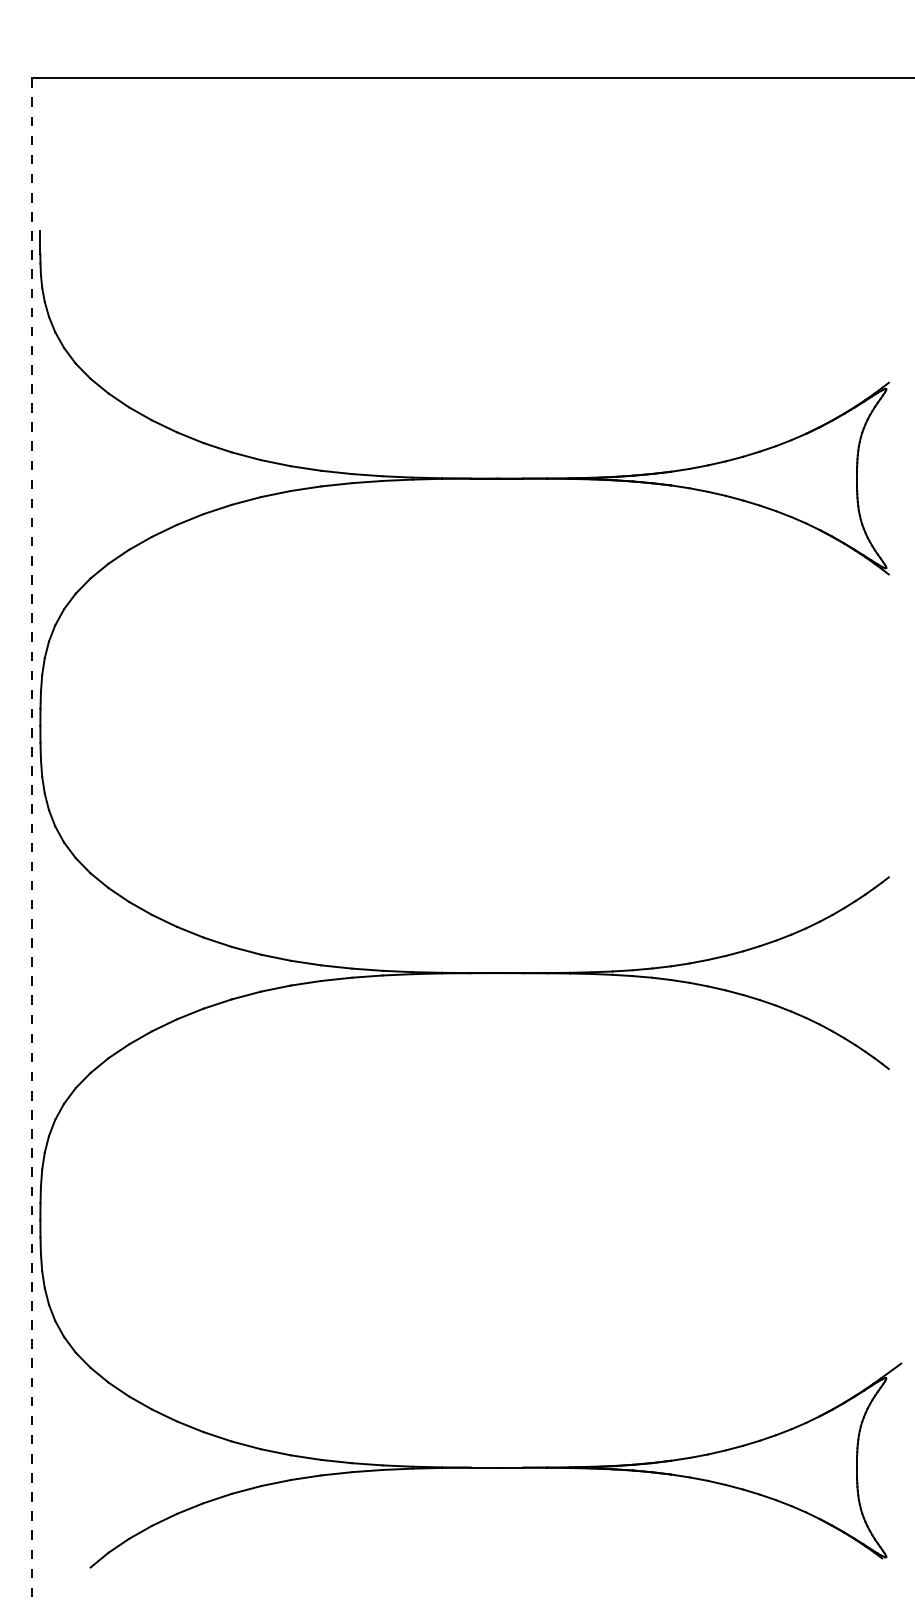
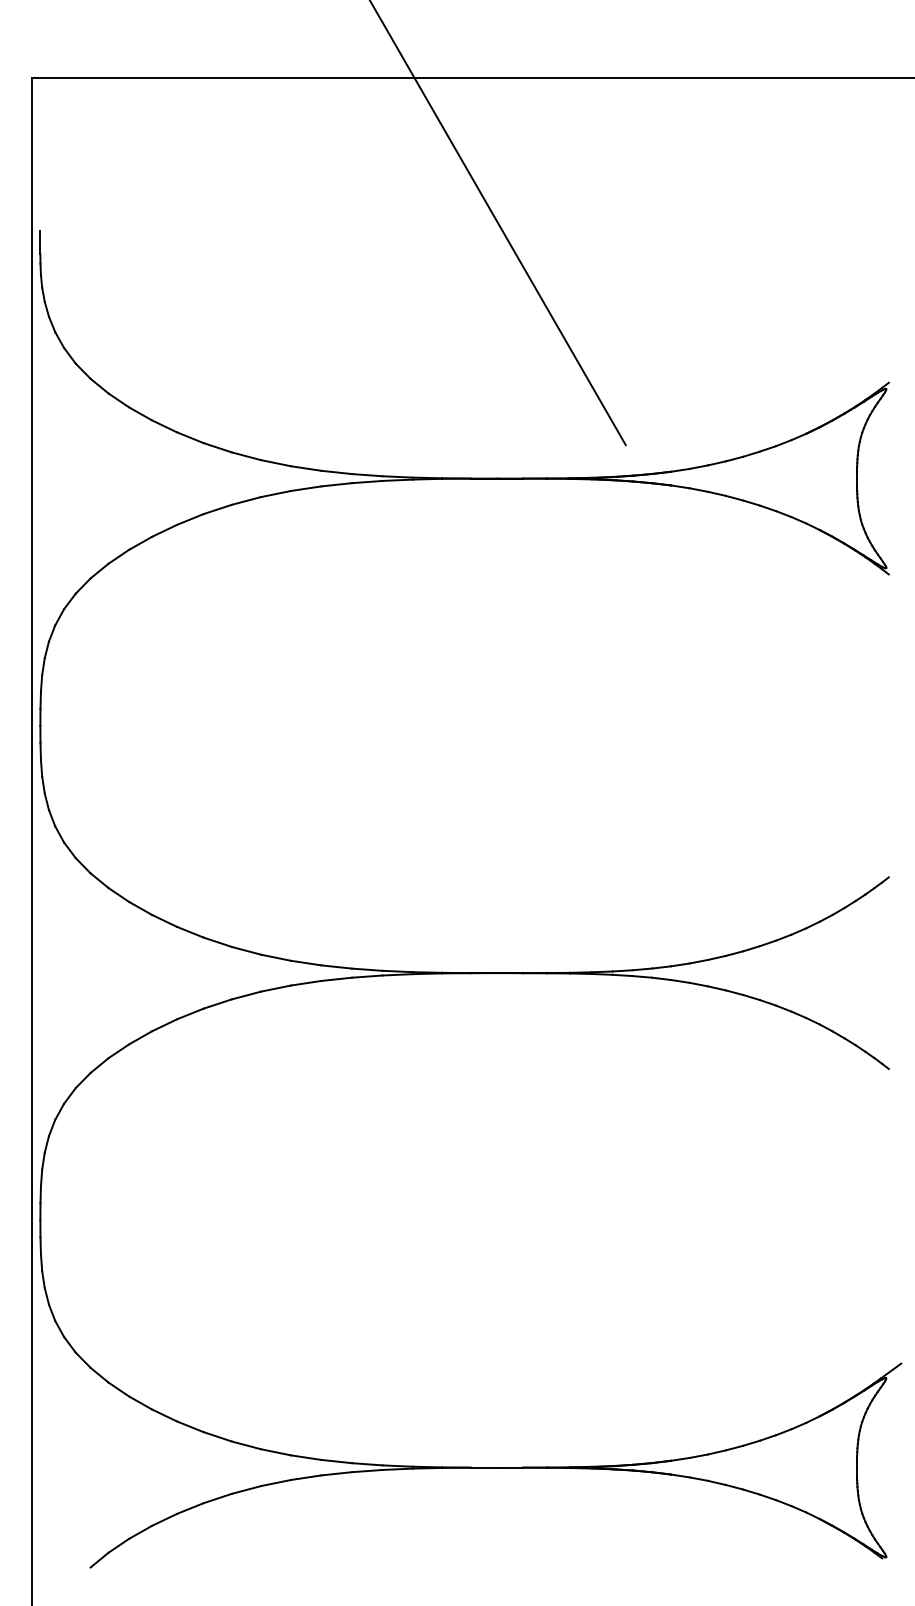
line at (497, 223): none -> present
line at (31, 842): dashed -> solid
